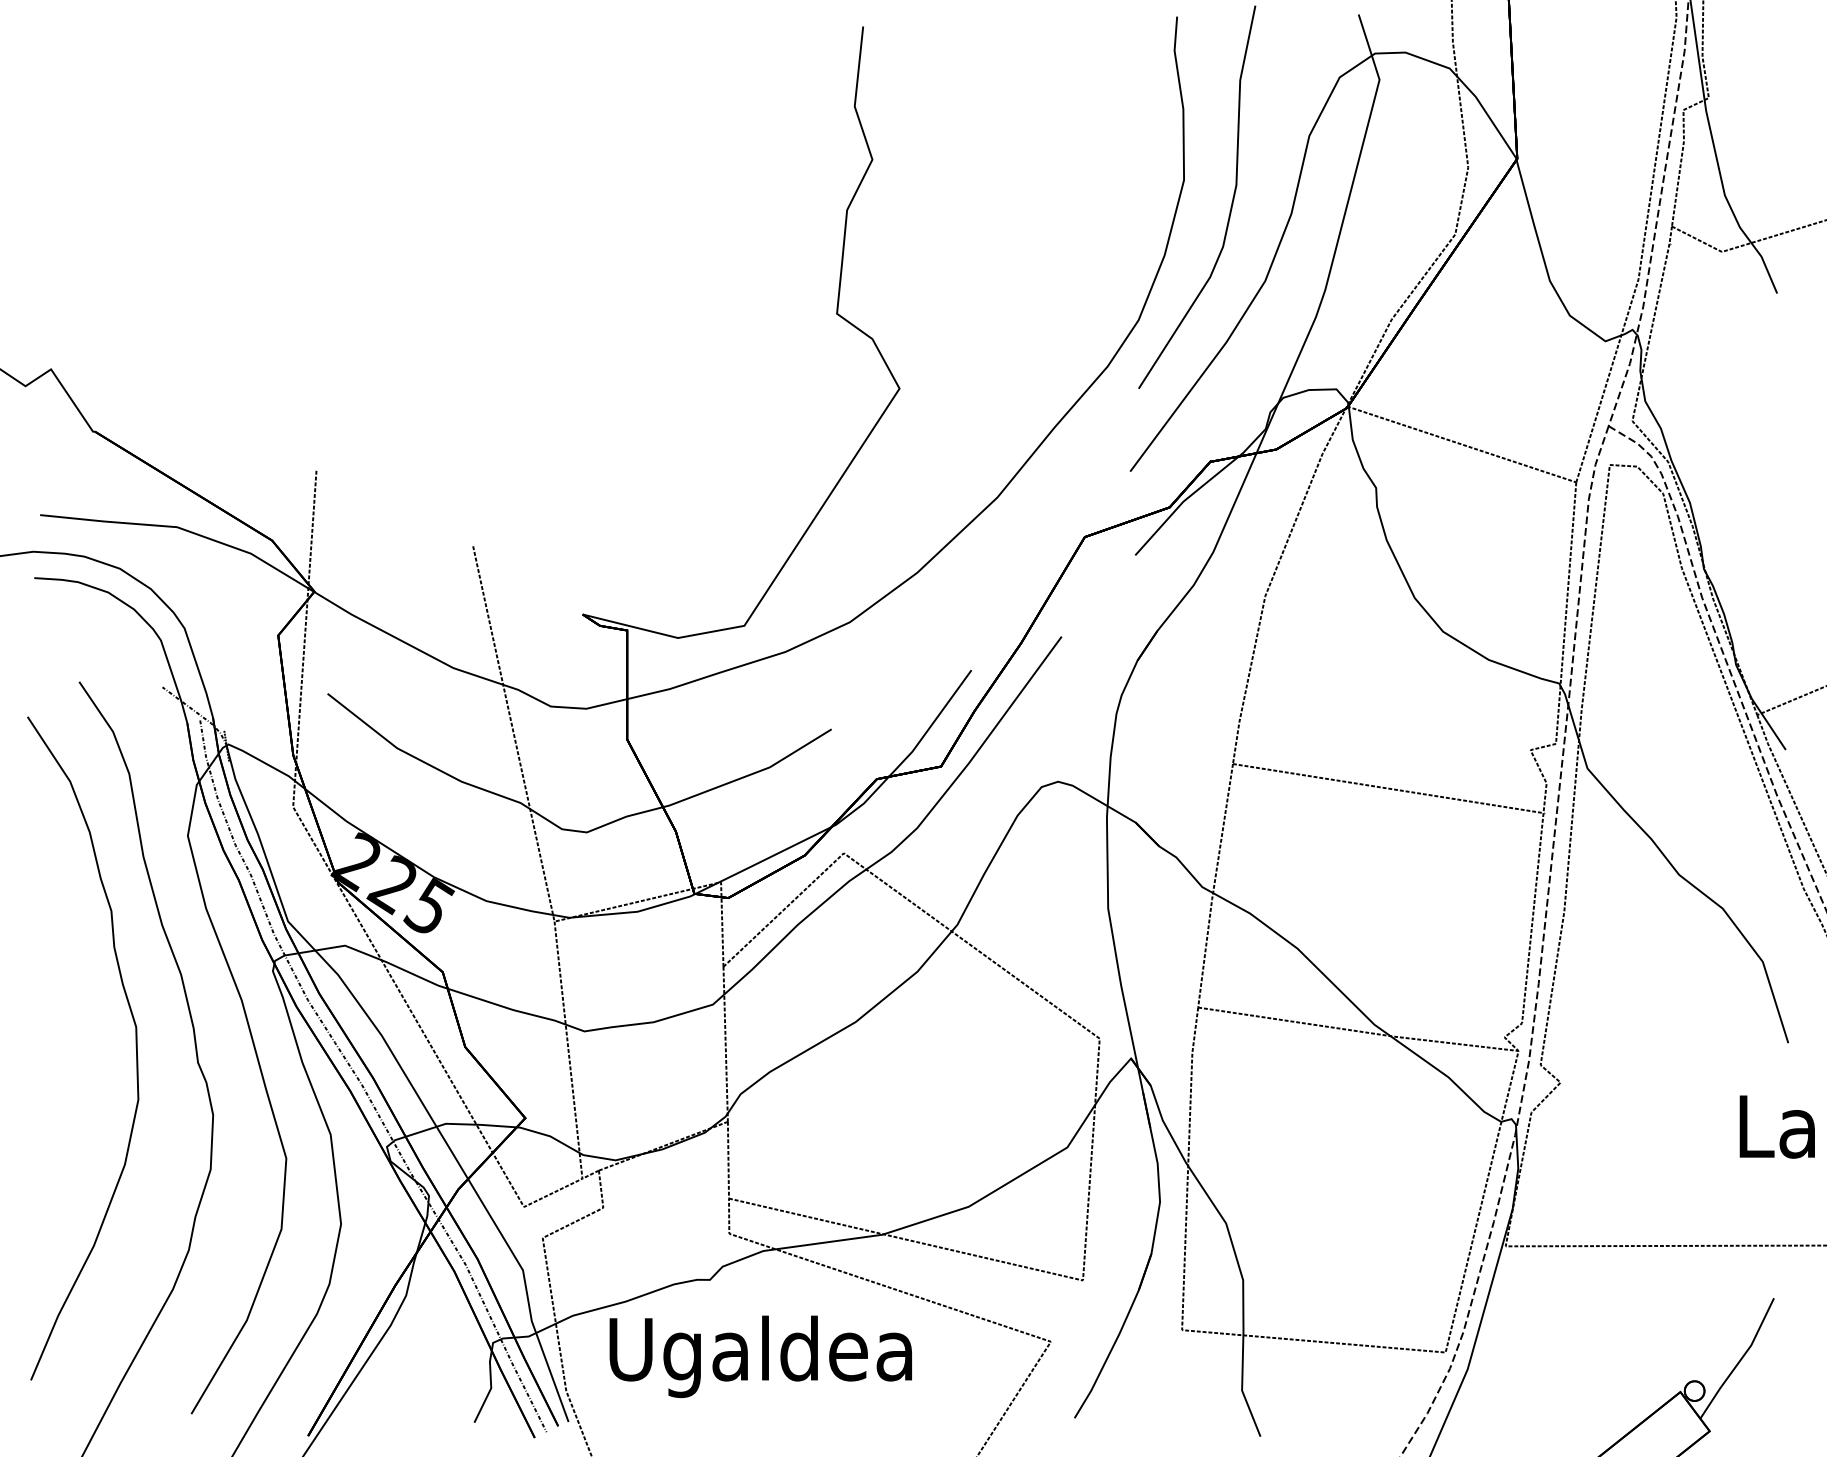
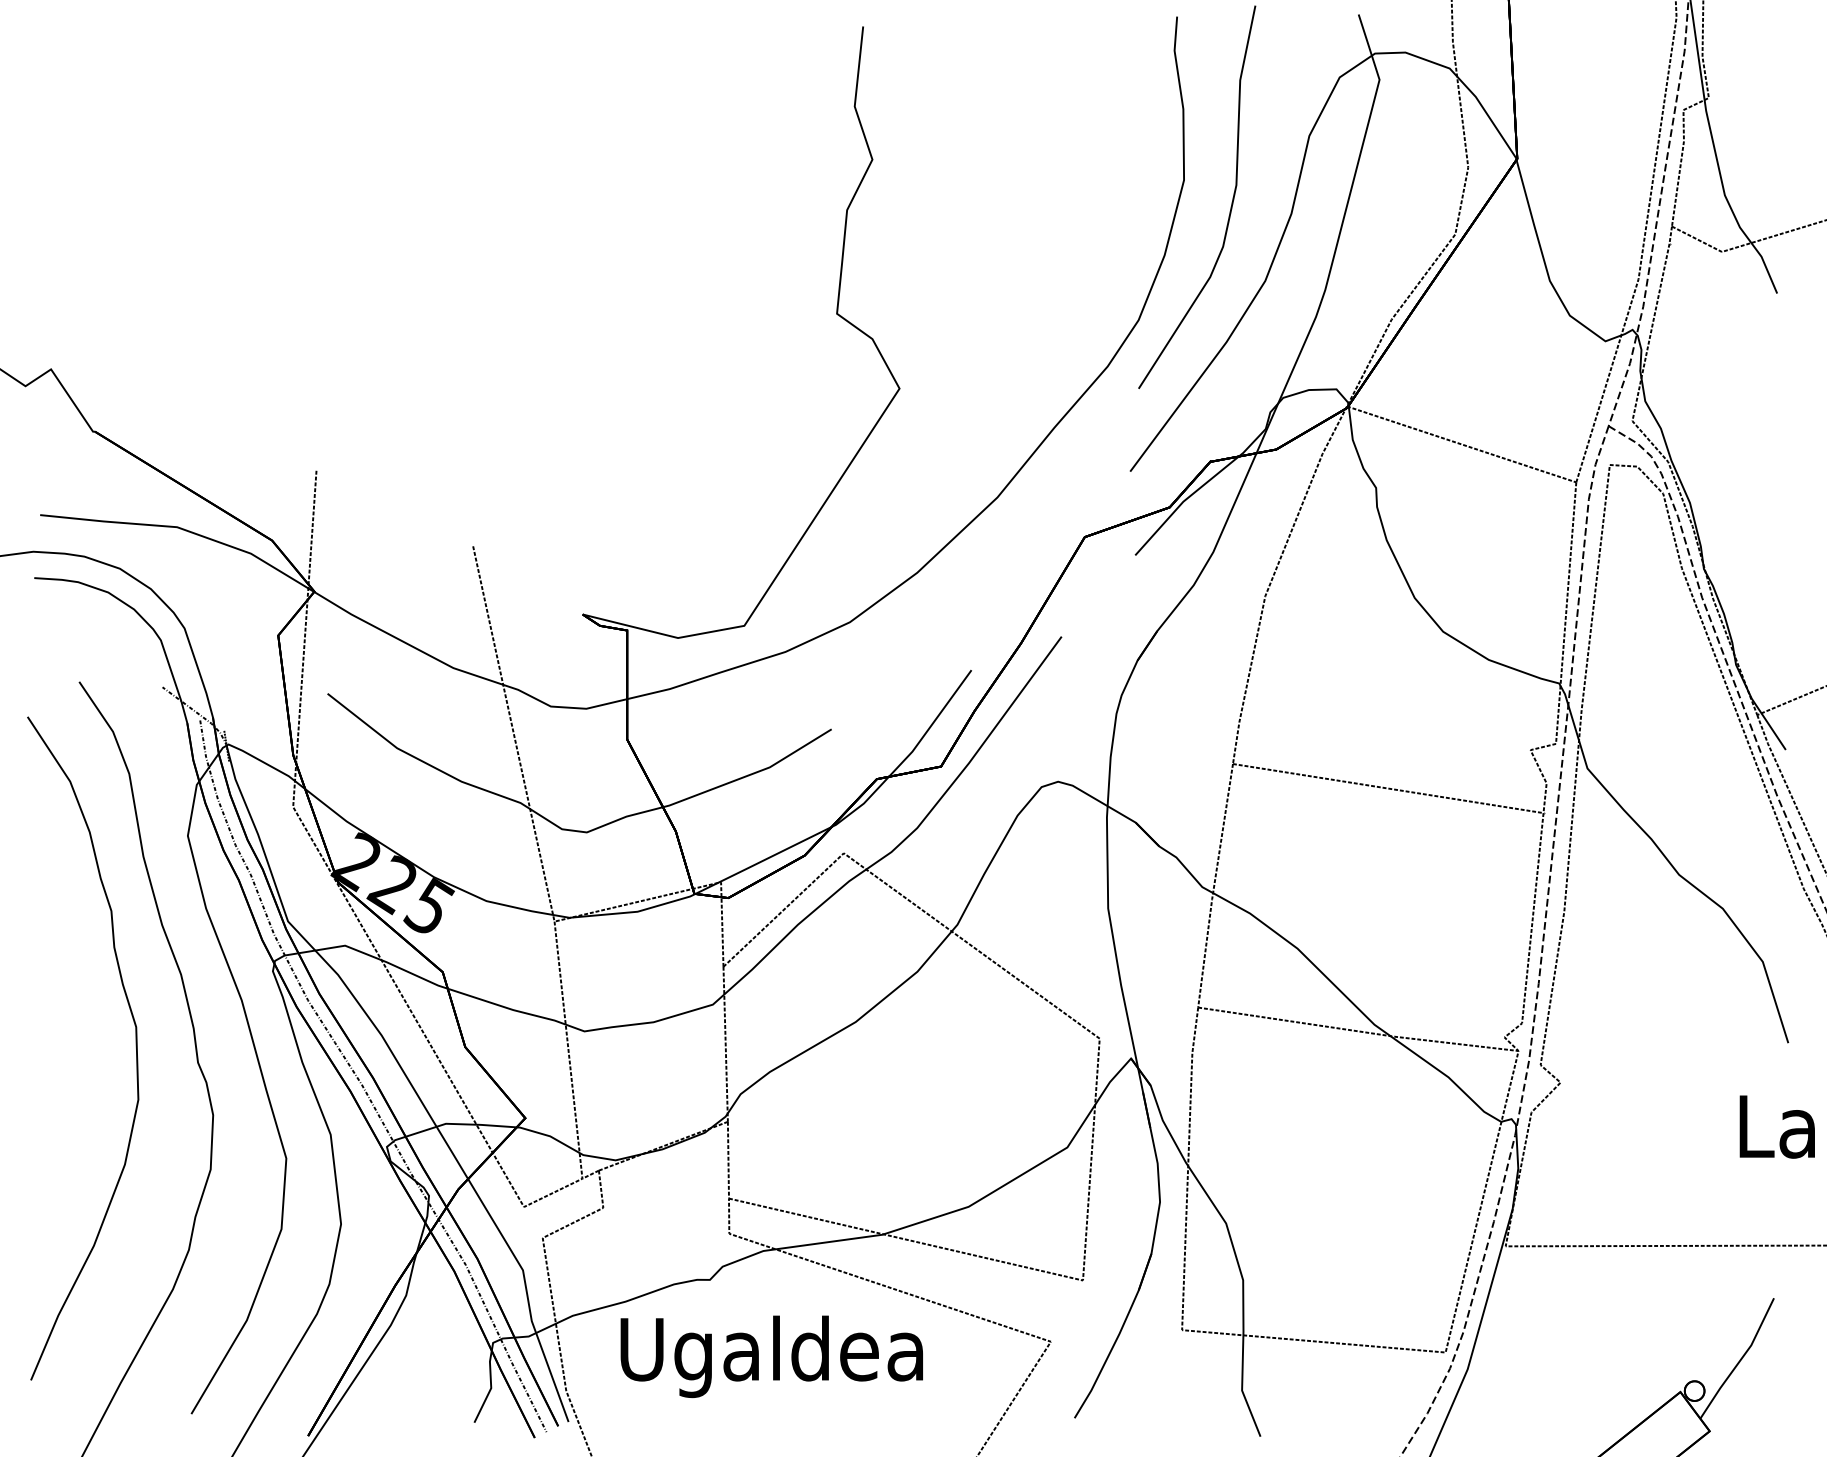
text at (760, 1356) position: (760, 1356) -> (771, 1356)
